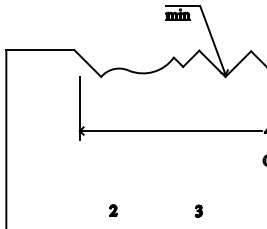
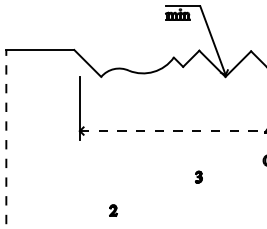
line at (170, 131): solid -> dashed
line at (6, 138): solid -> dashed
part at (198, 210) position: (198, 210) -> (198, 176)
